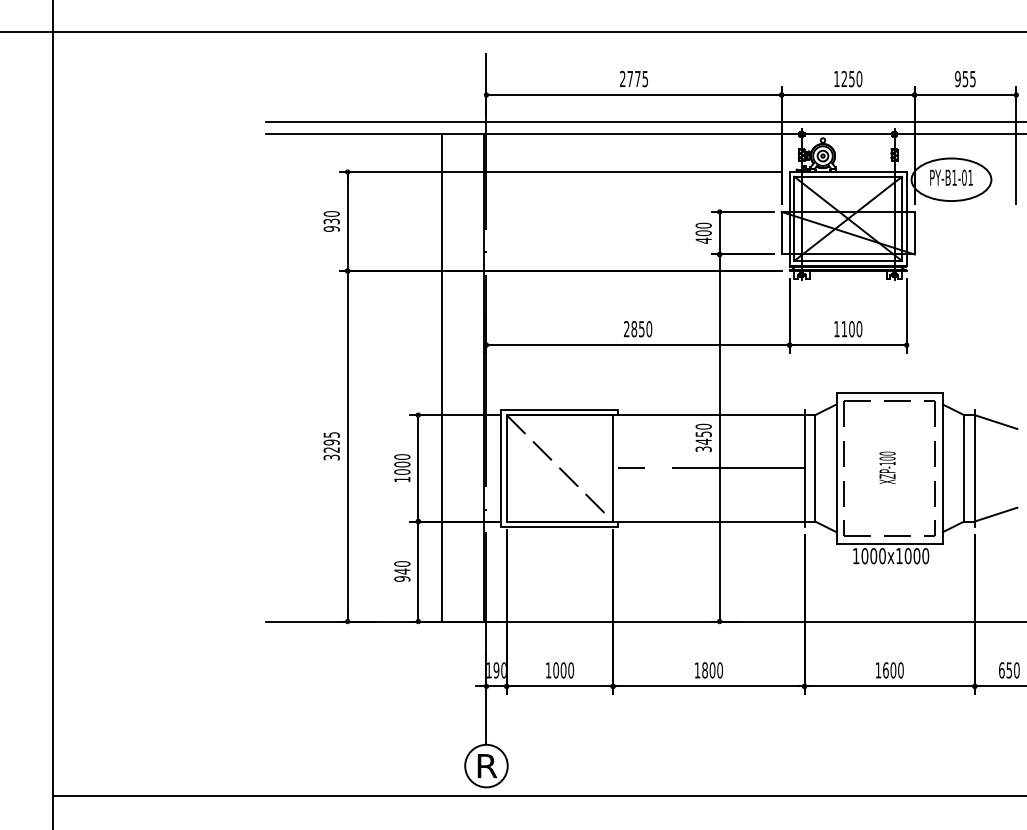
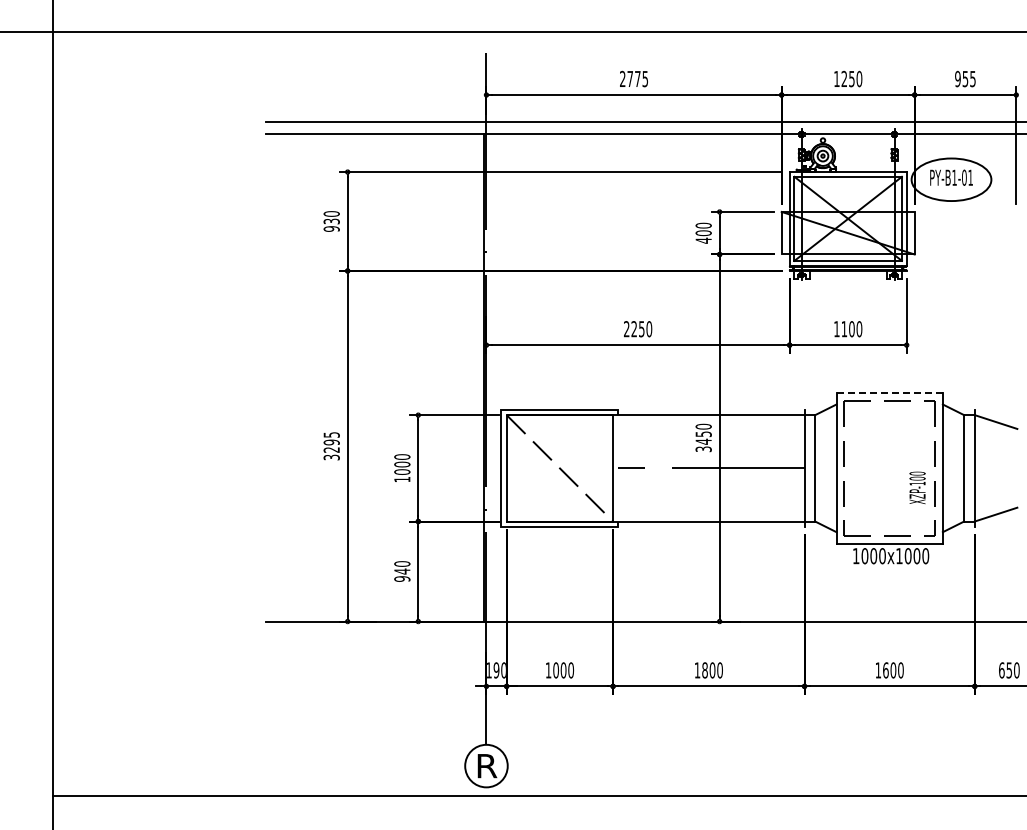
text at (634, 329): 2850 -> 2250
line at (441, 377): present -> none
line at (890, 392): solid -> dashed
text at (887, 467) position: (887, 467) -> (917, 487)
